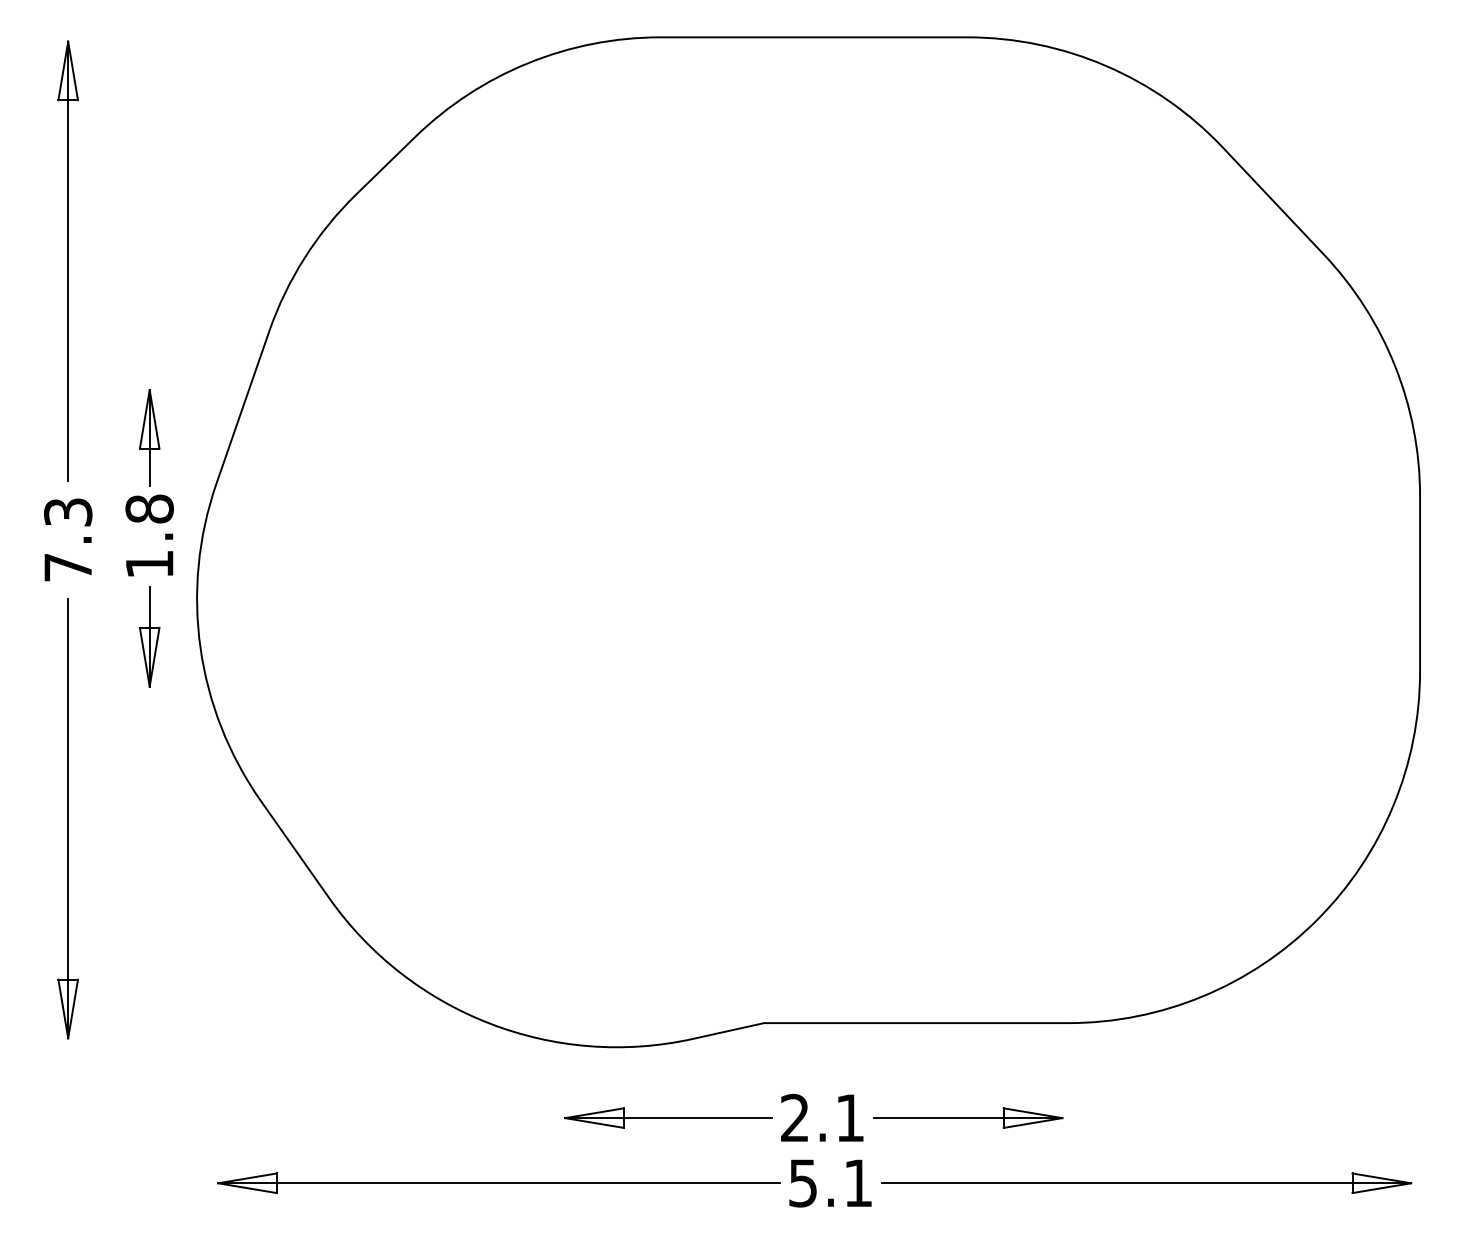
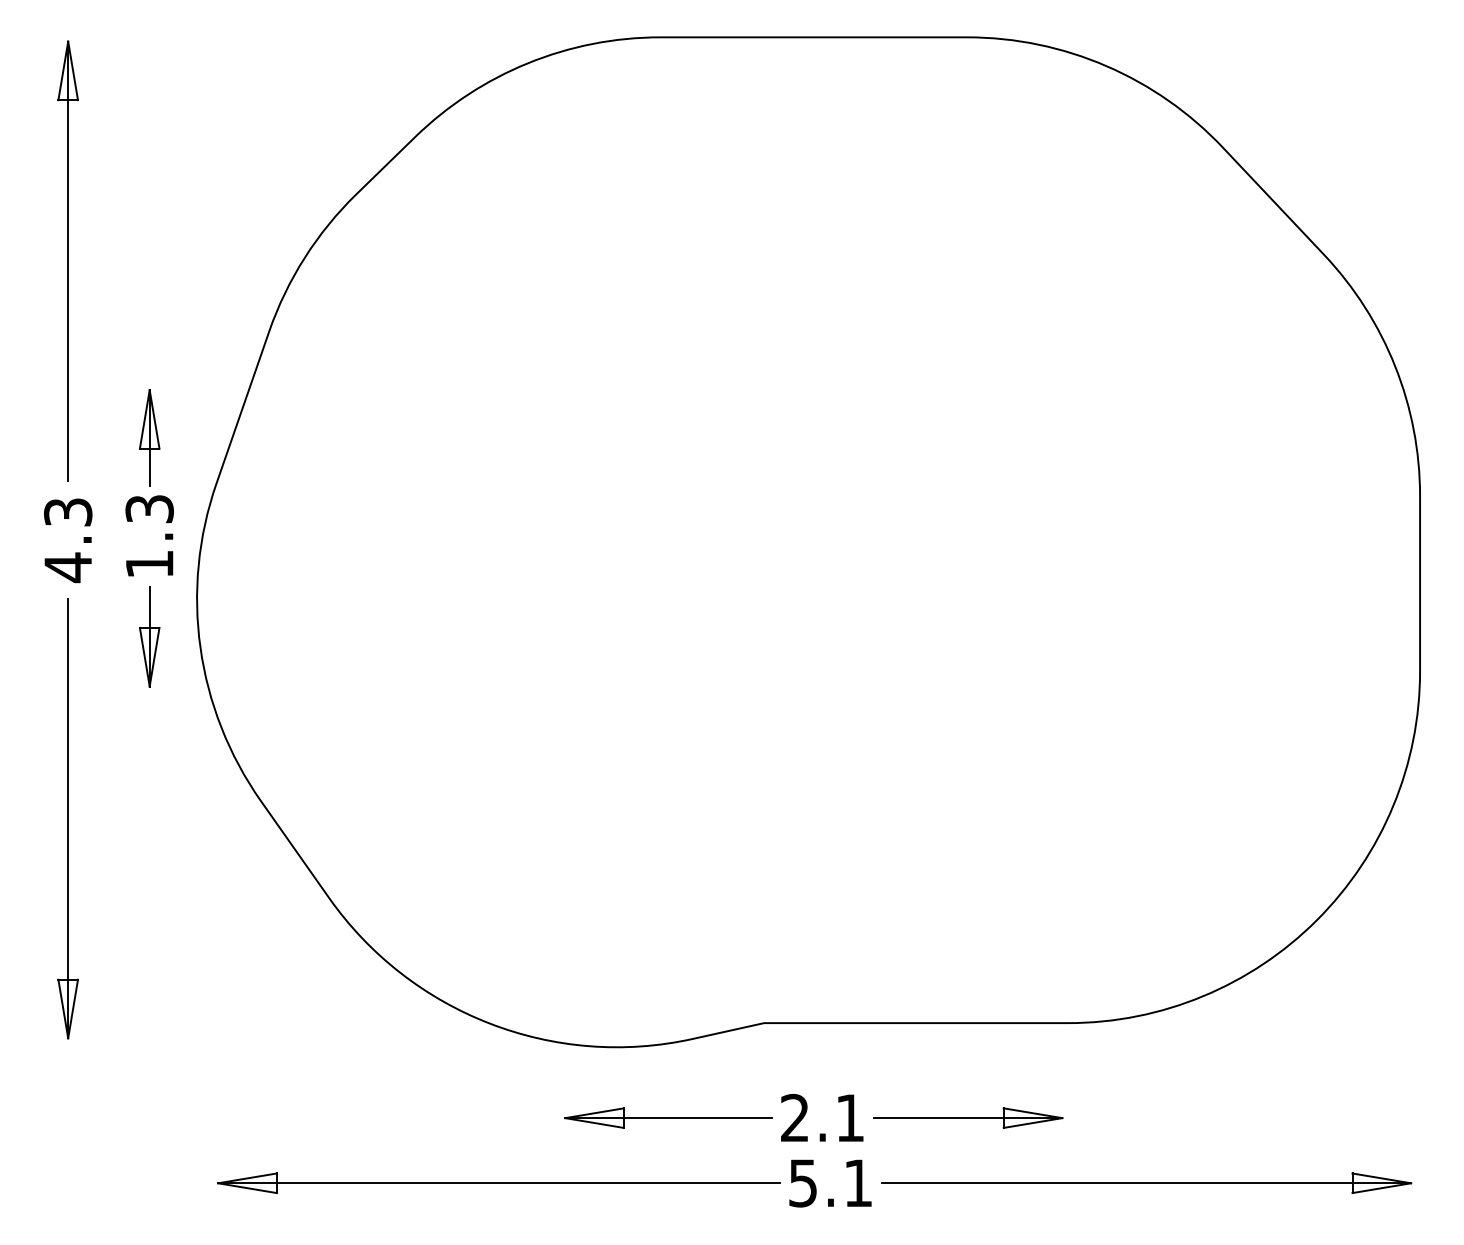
text at (149, 508): 1.8 -> 1.3
text at (67, 567): 7.3 -> 4.3
